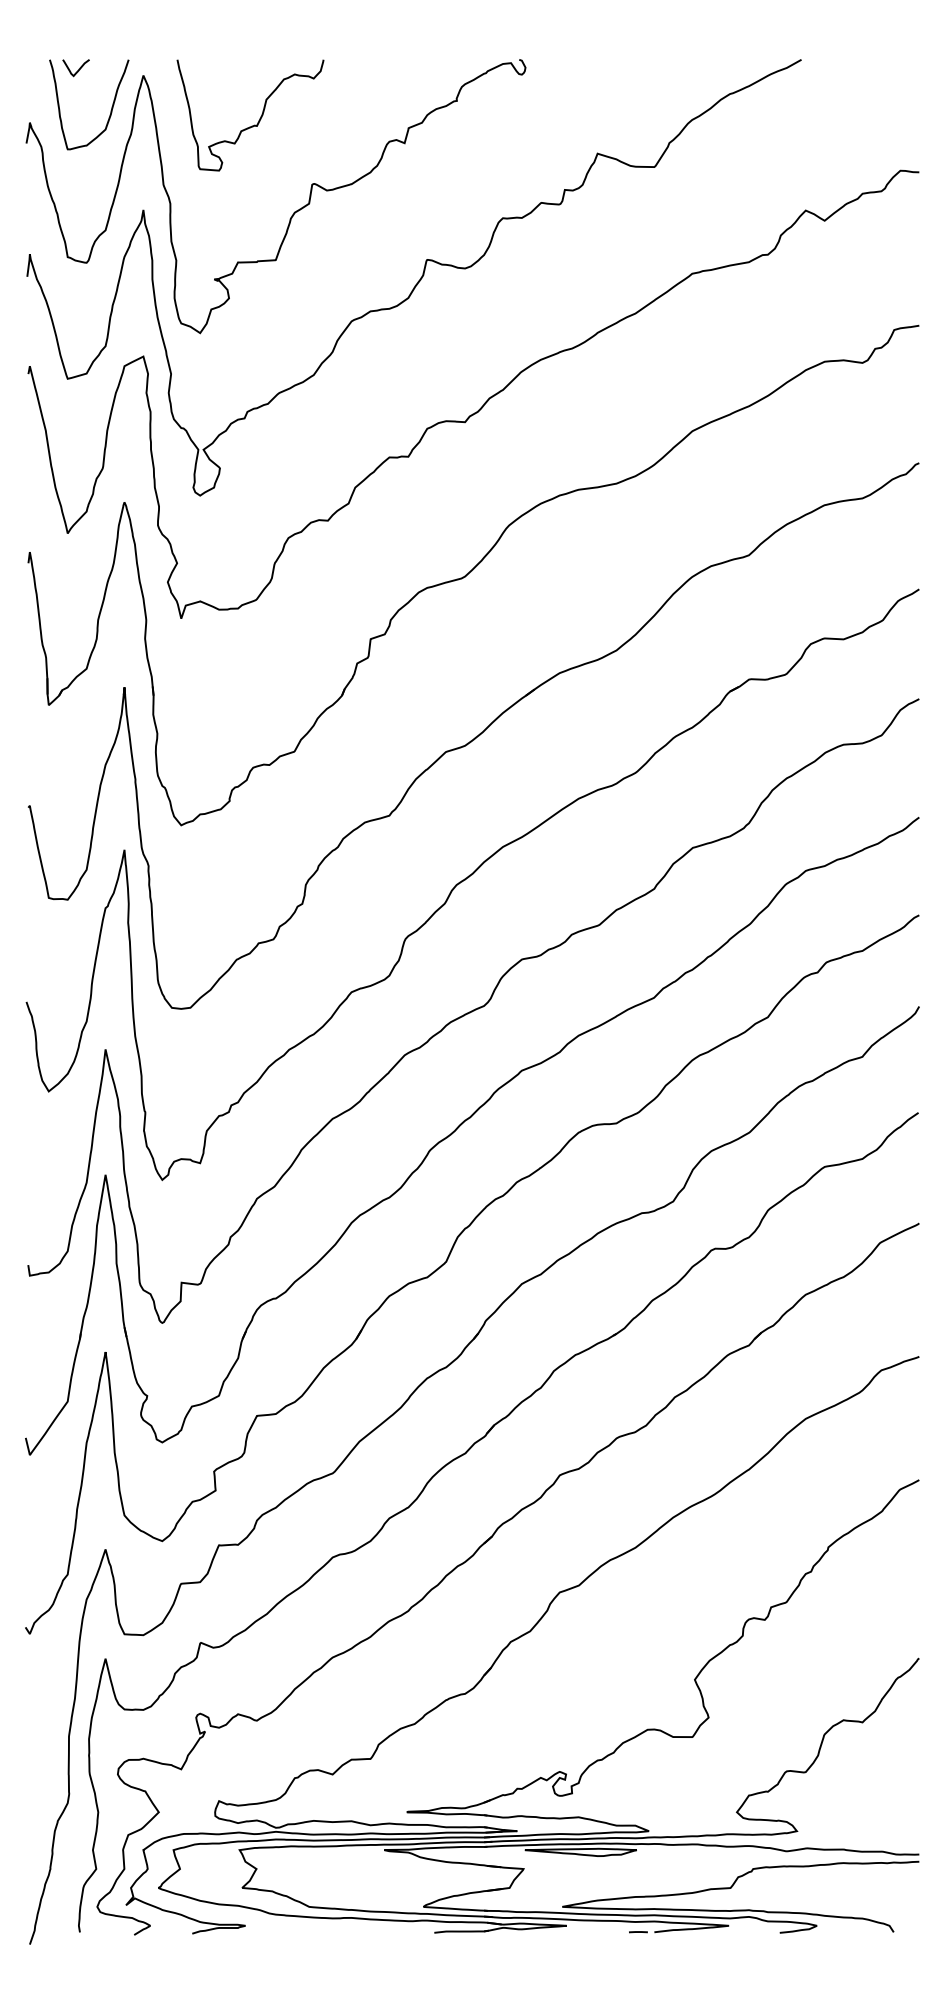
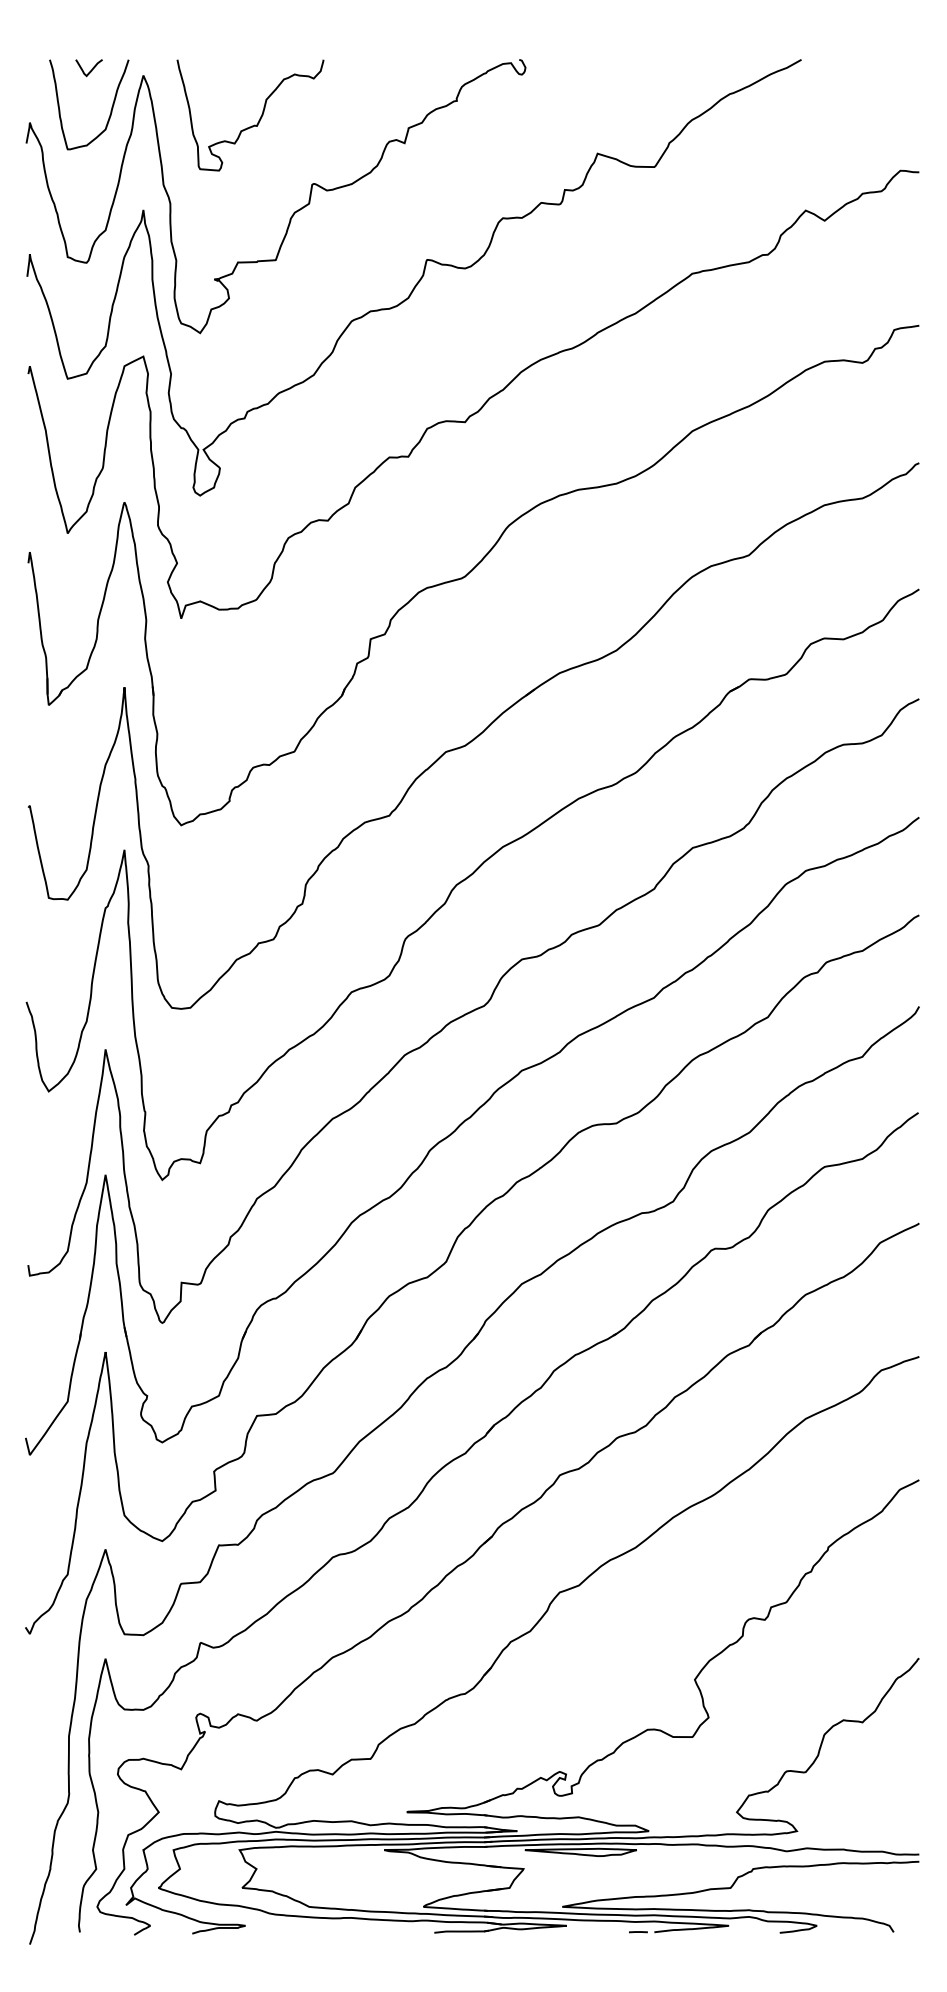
curve at (77, 70) position: (77, 70) -> (90, 70)
